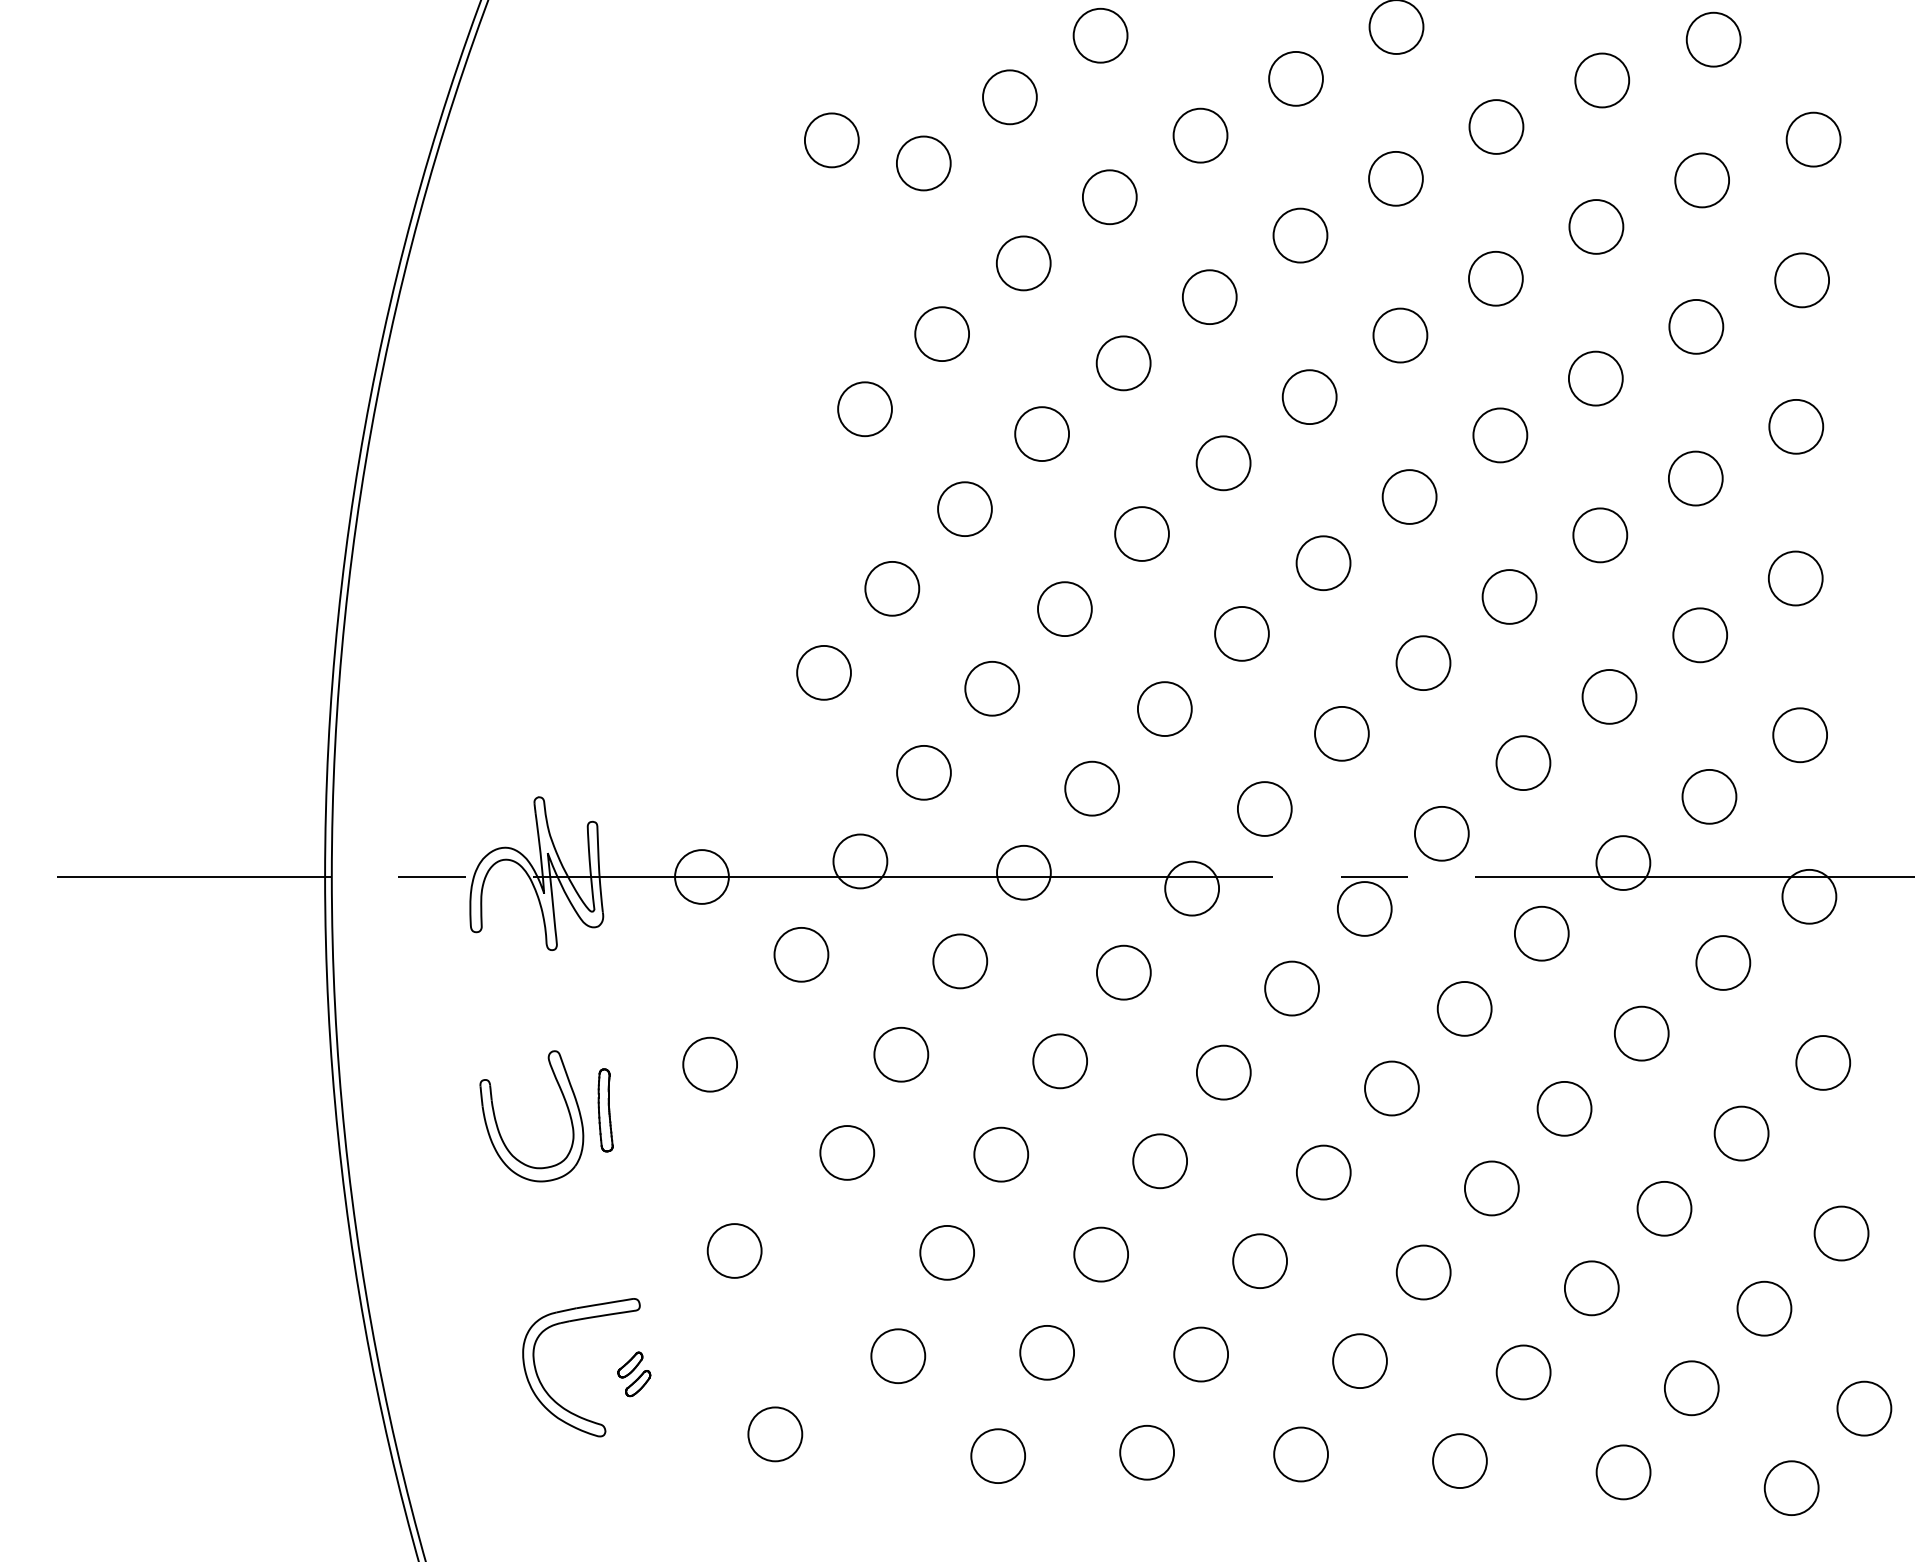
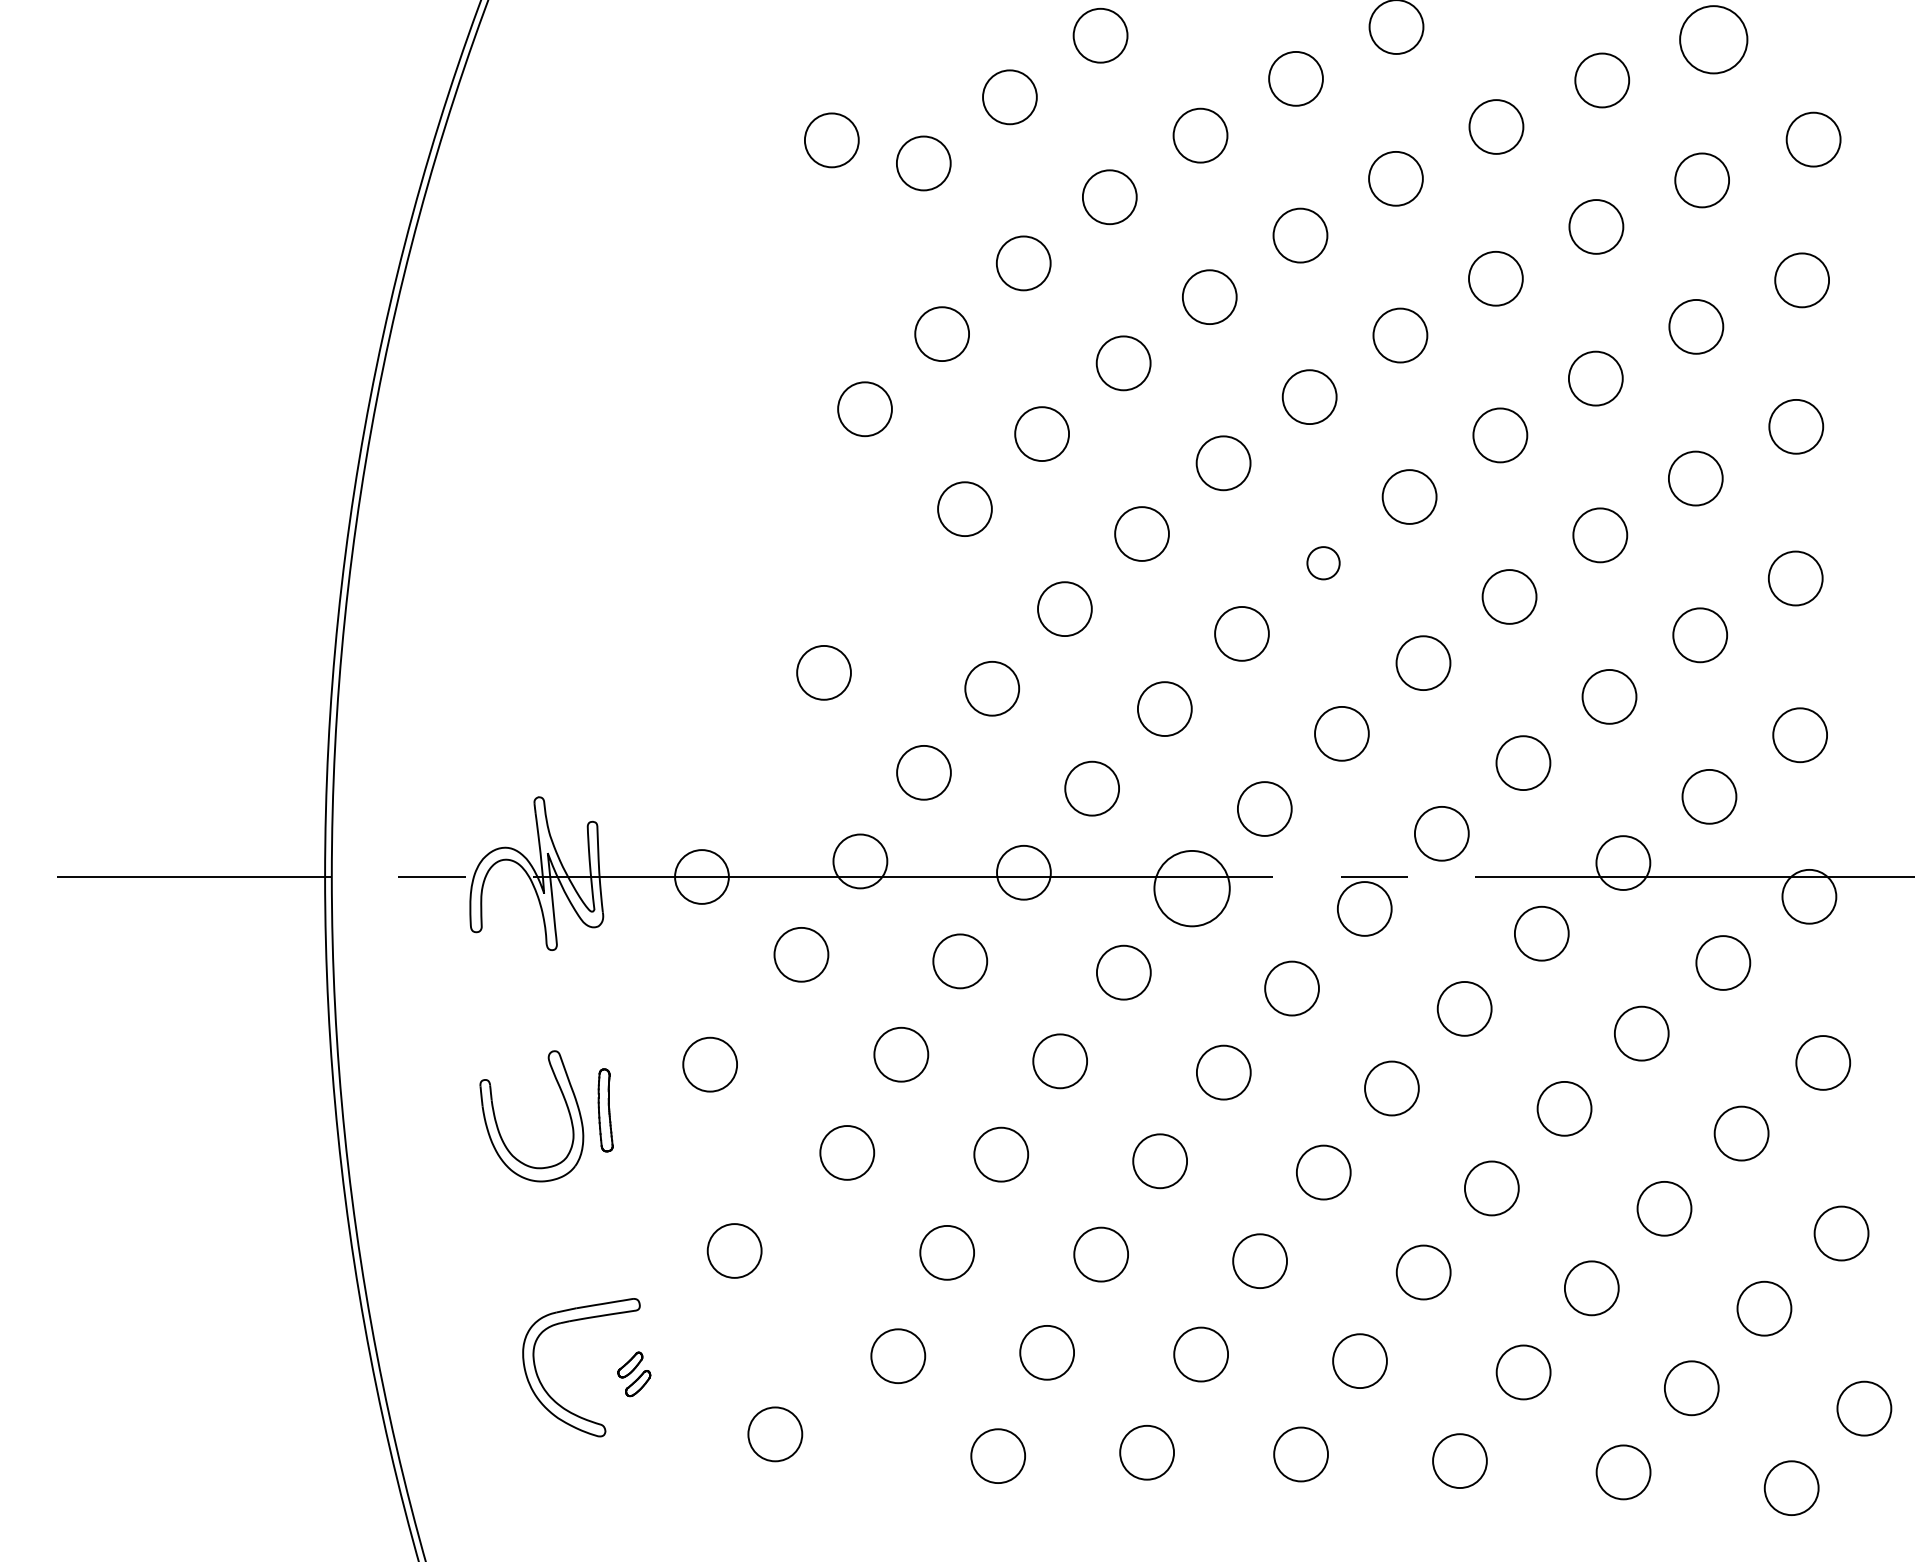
circle at (1713, 39) size: 57x57 px -> 70x70 px
circle at (1323, 563) diameter: 54 px -> 32 px
circle at (892, 588): present -> none
circle at (1192, 888) diameter: 54 px -> 75 px
